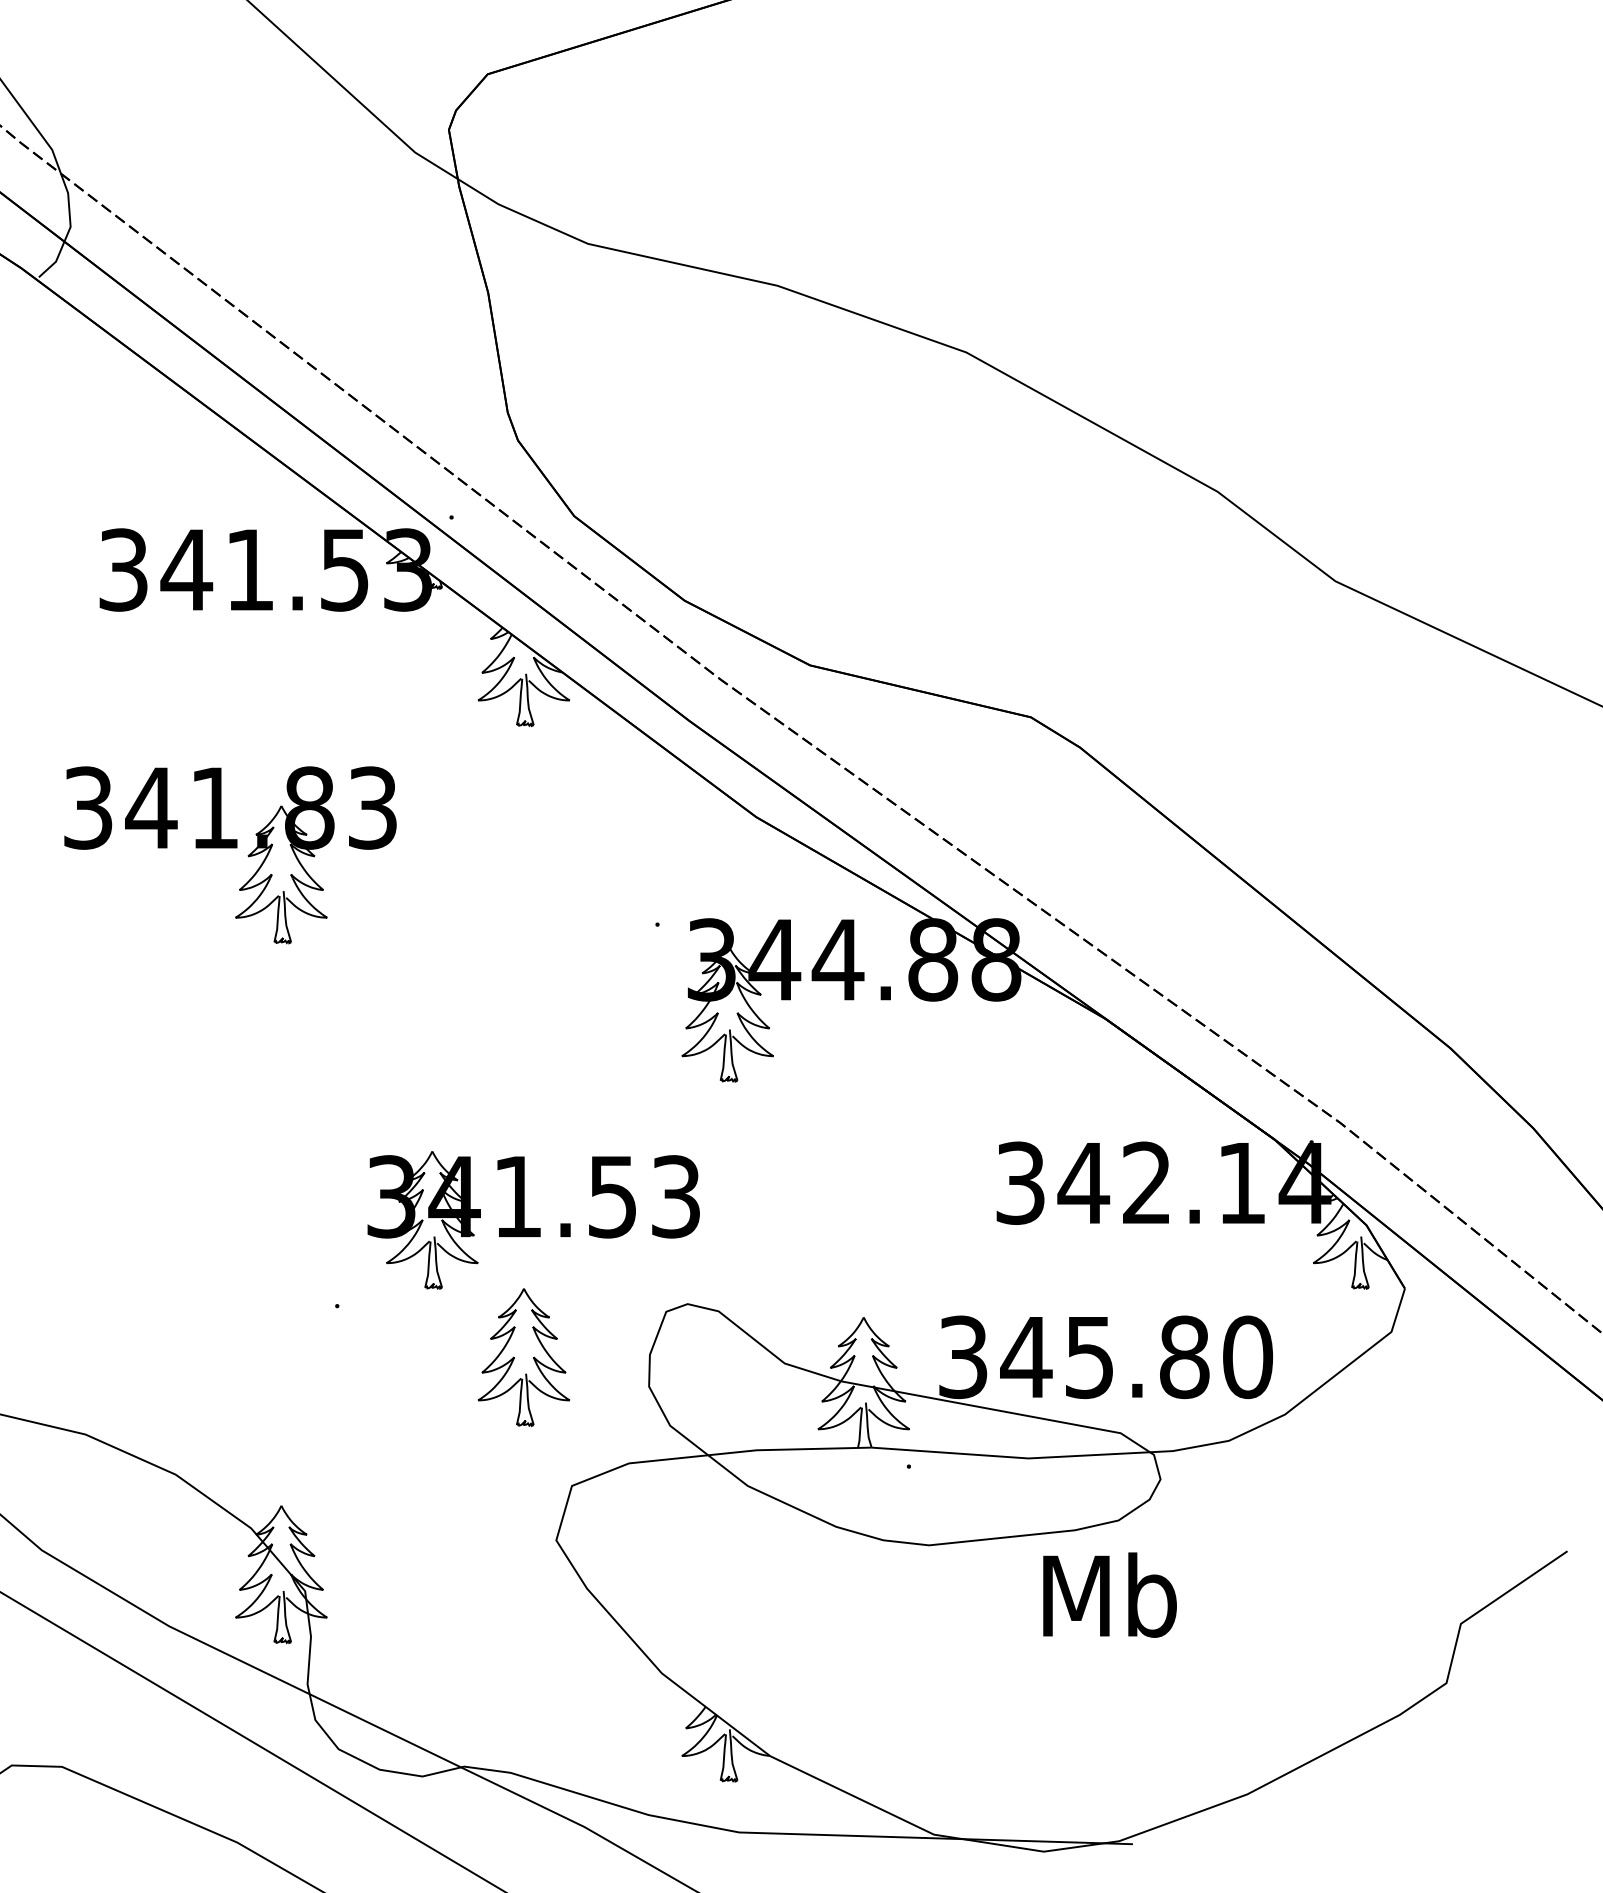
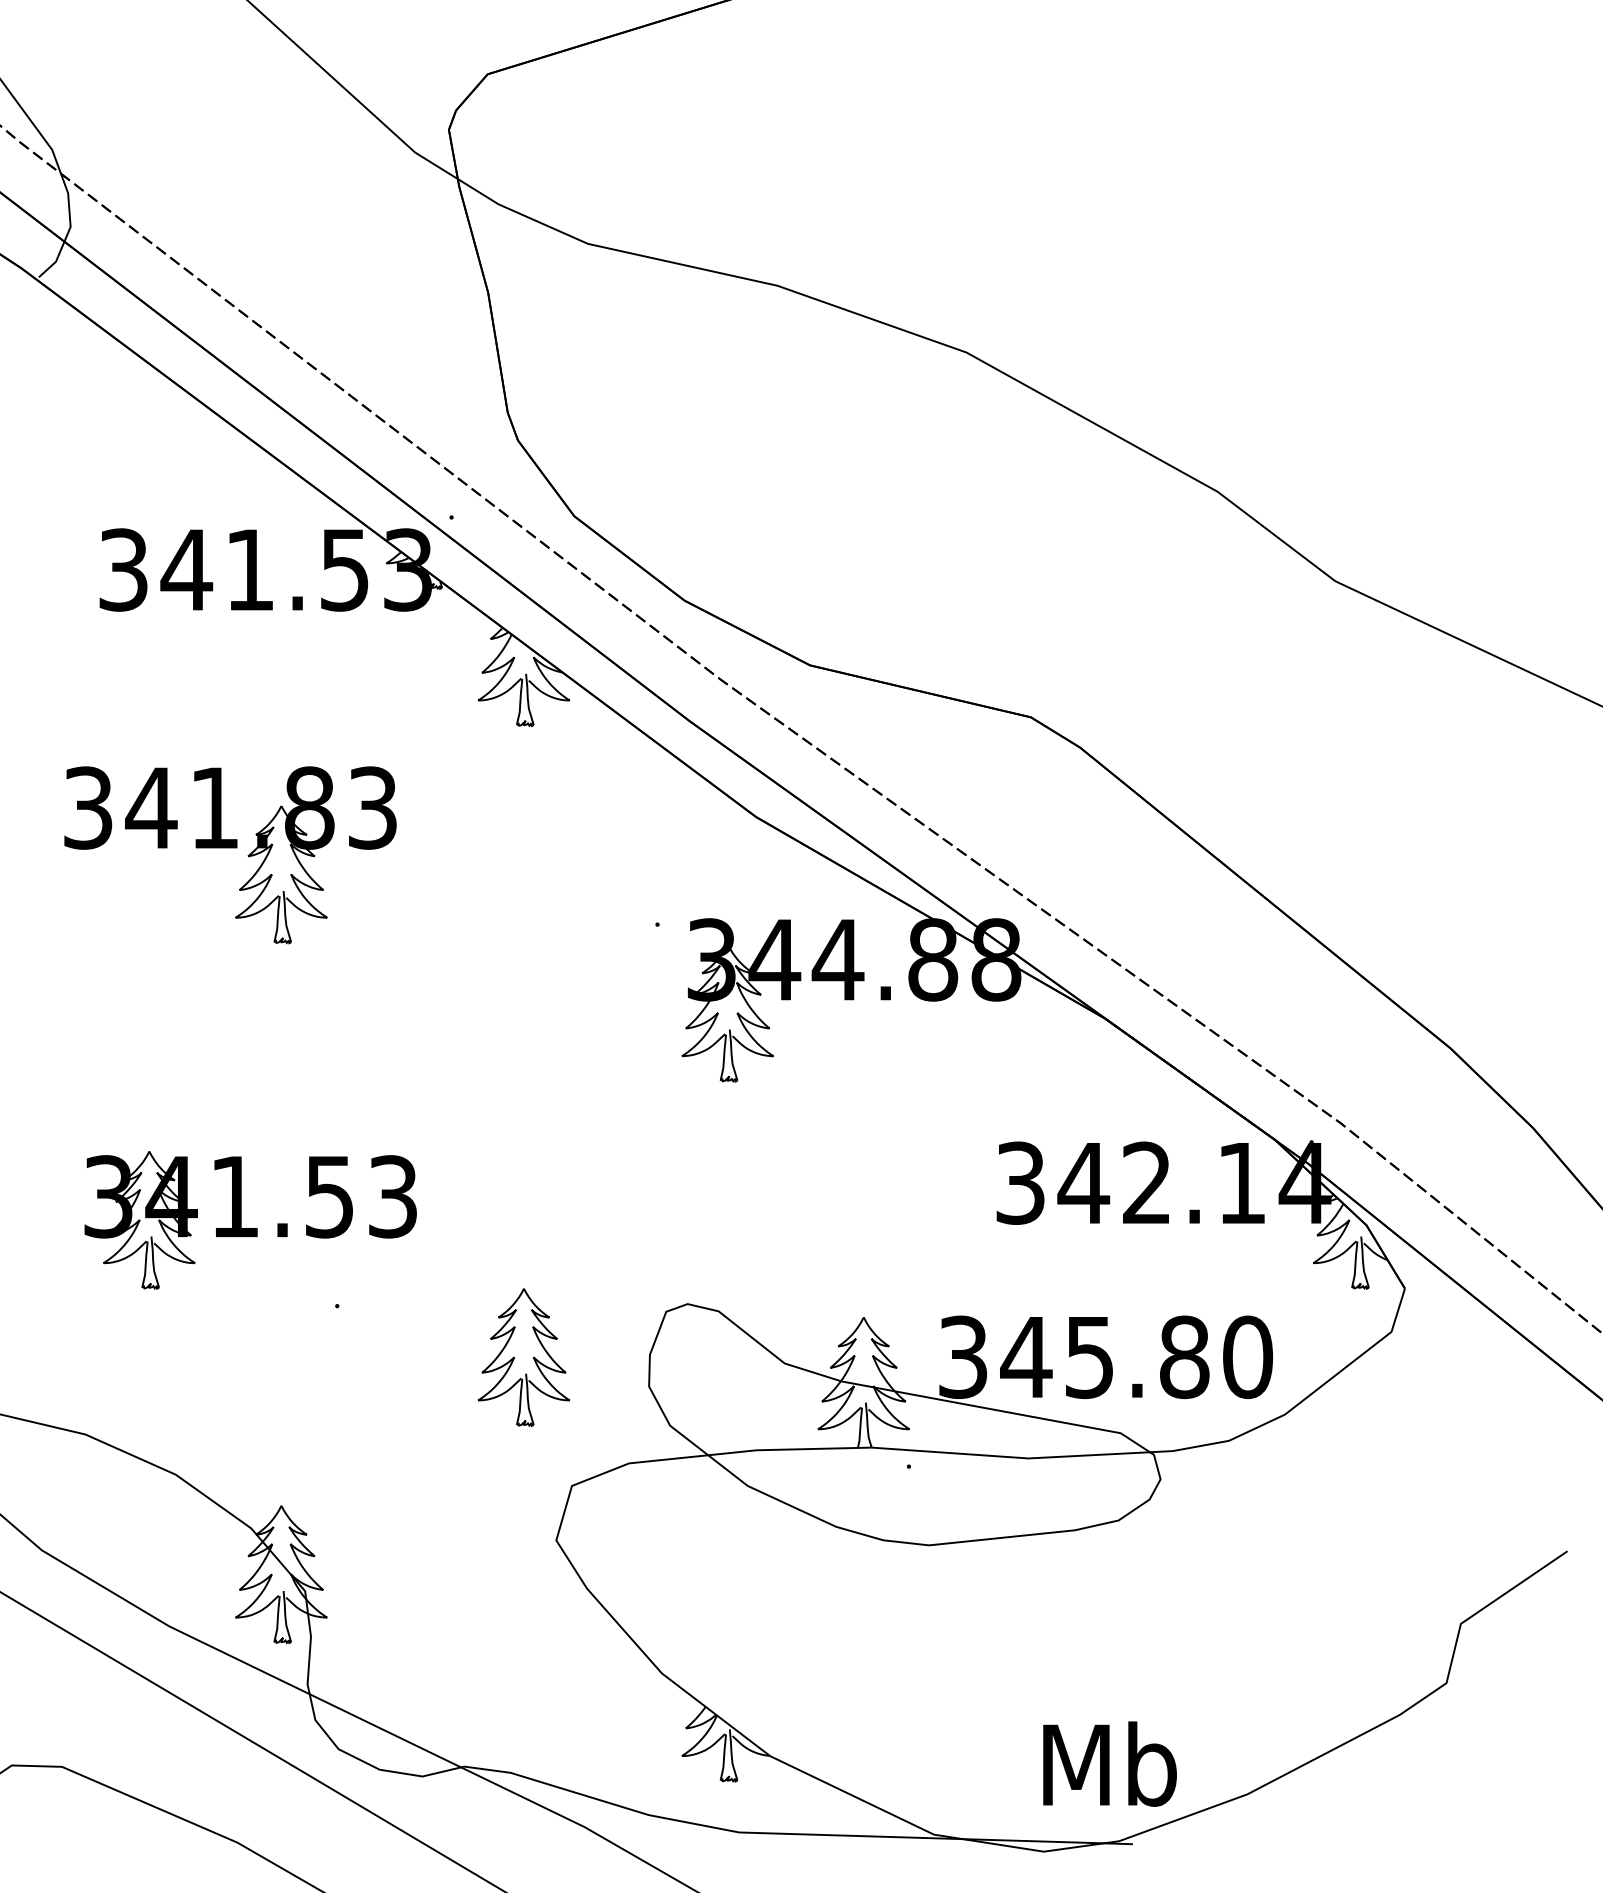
part at (533, 1228) position: (533, 1228) -> (250, 1228)
text at (1109, 1594) position: (1109, 1594) -> (1109, 1763)
